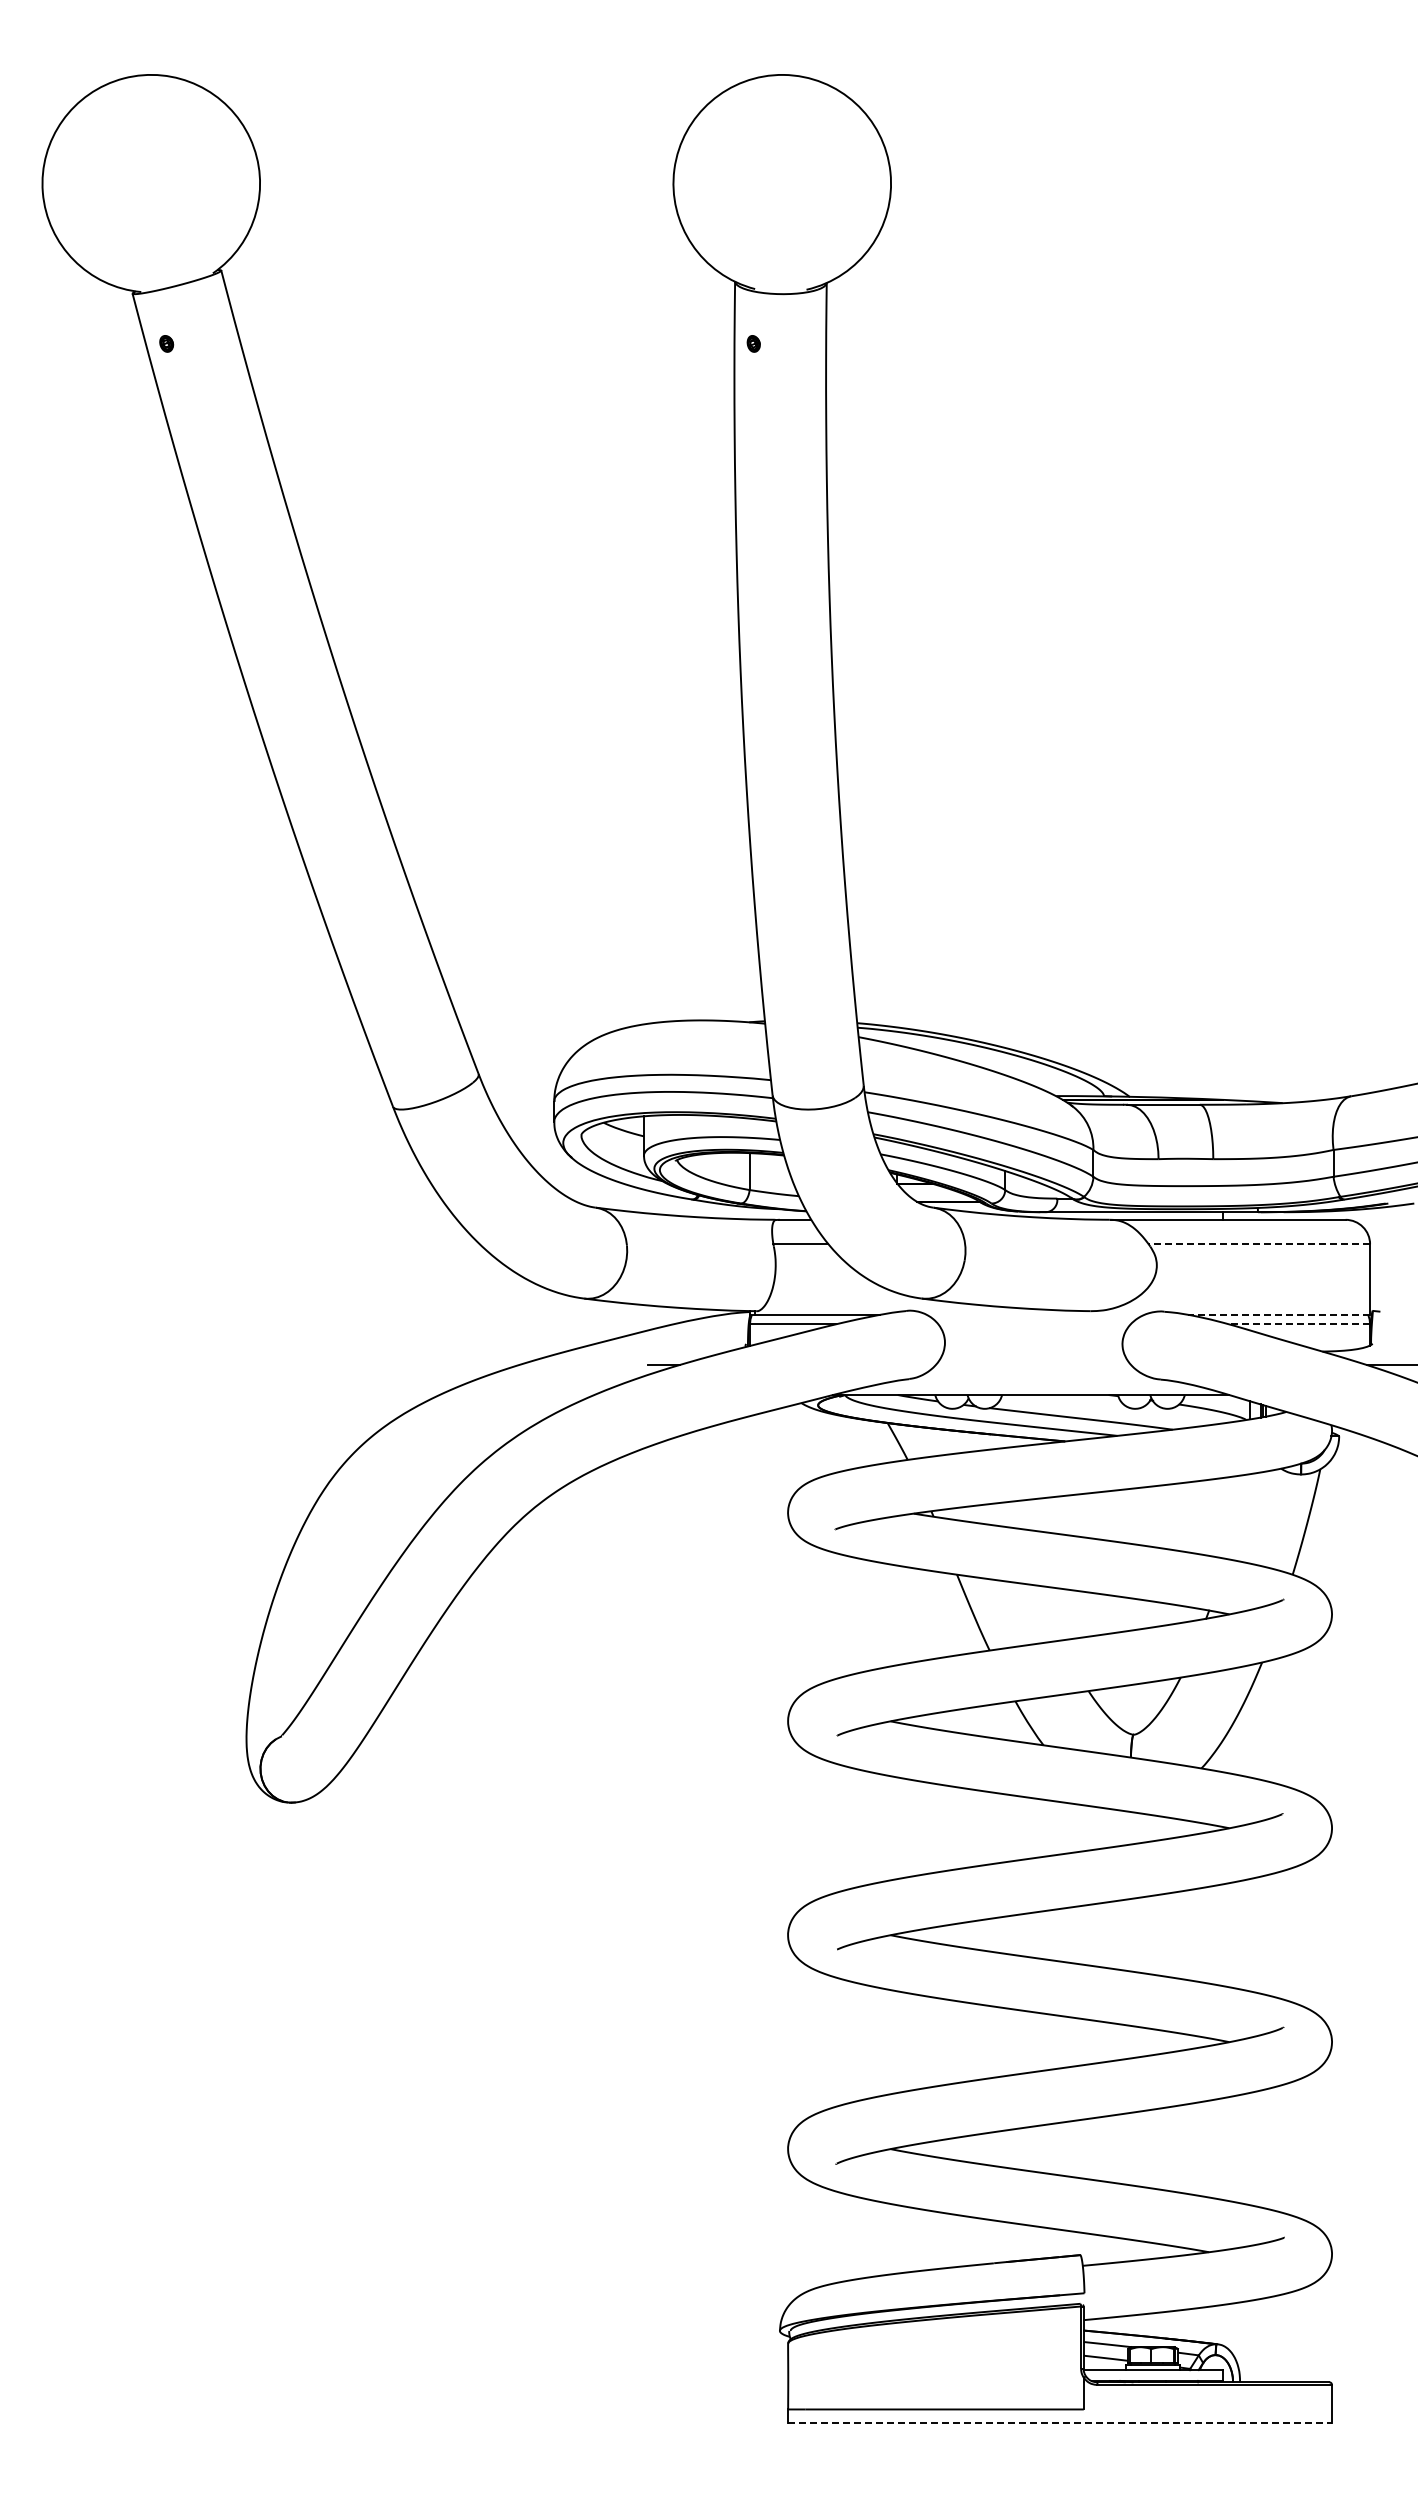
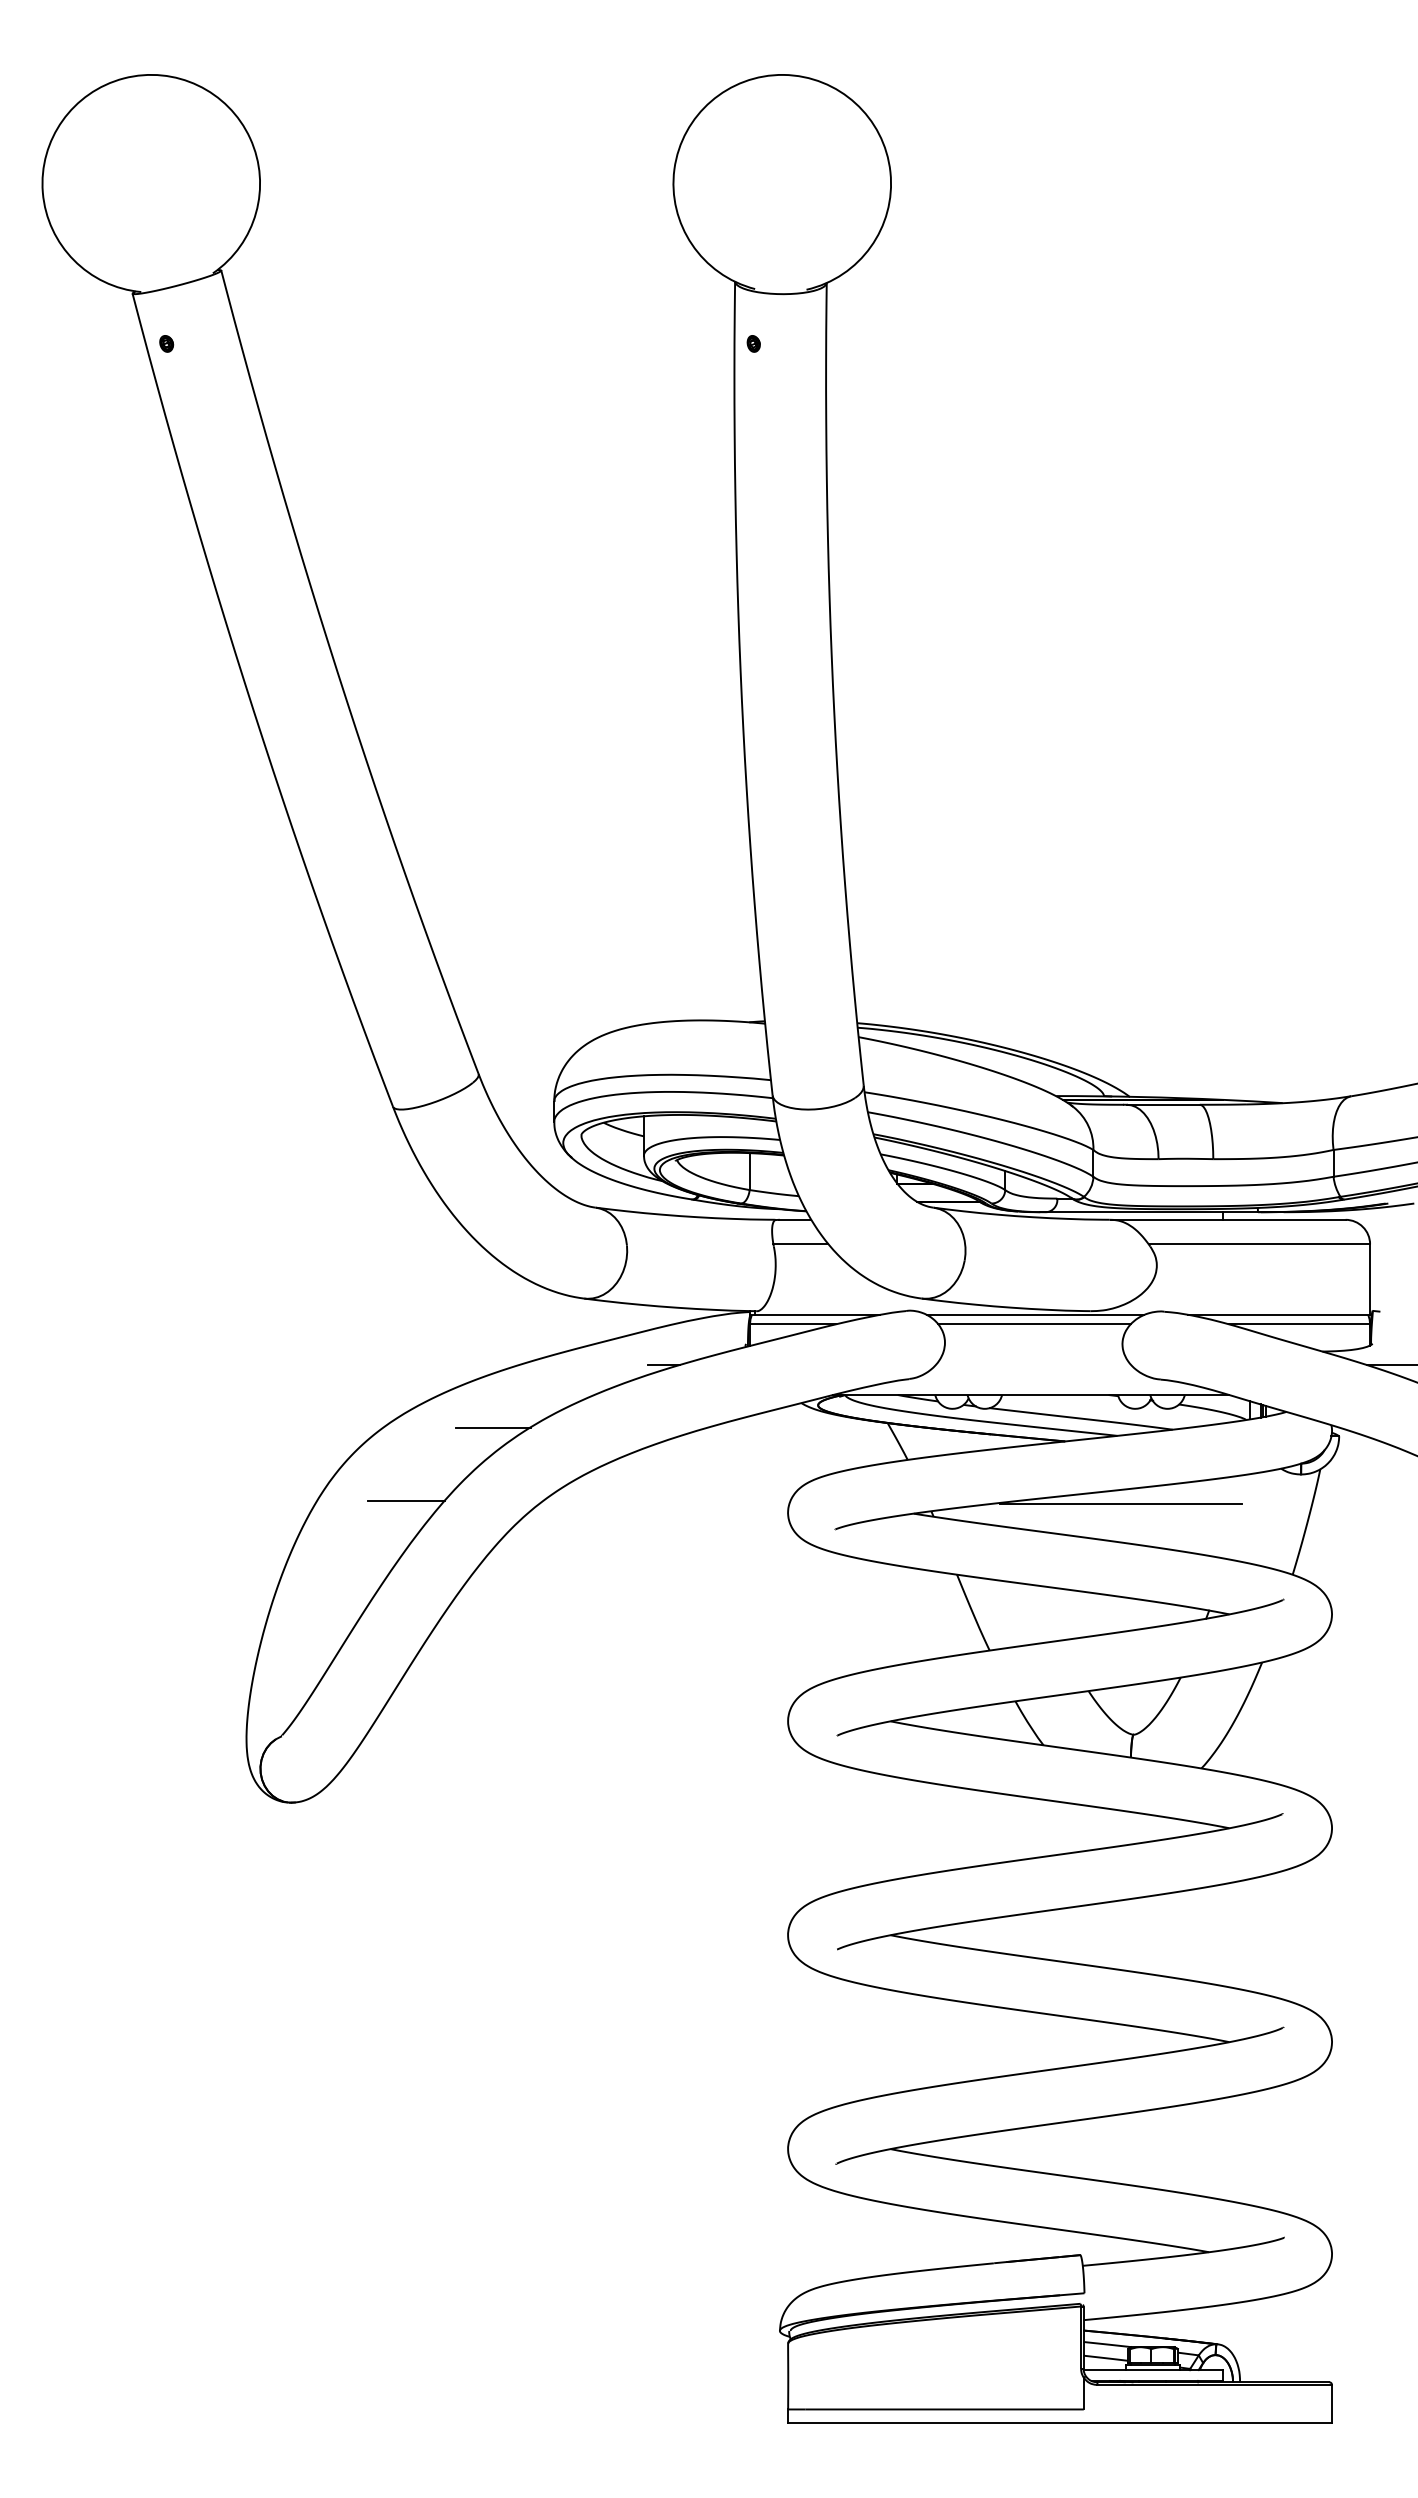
line at (1259, 1244): dashed -> solid
line at (1035, 1315): none -> present
line at (1278, 1315): dashed -> solid
line at (1034, 1324): none -> present
line at (1299, 1324): dashed -> solid
line at (492, 1427): none -> present
line at (405, 1501): none -> present
line at (1120, 1503): none -> present
line at (1060, 2423): dashed -> solid
